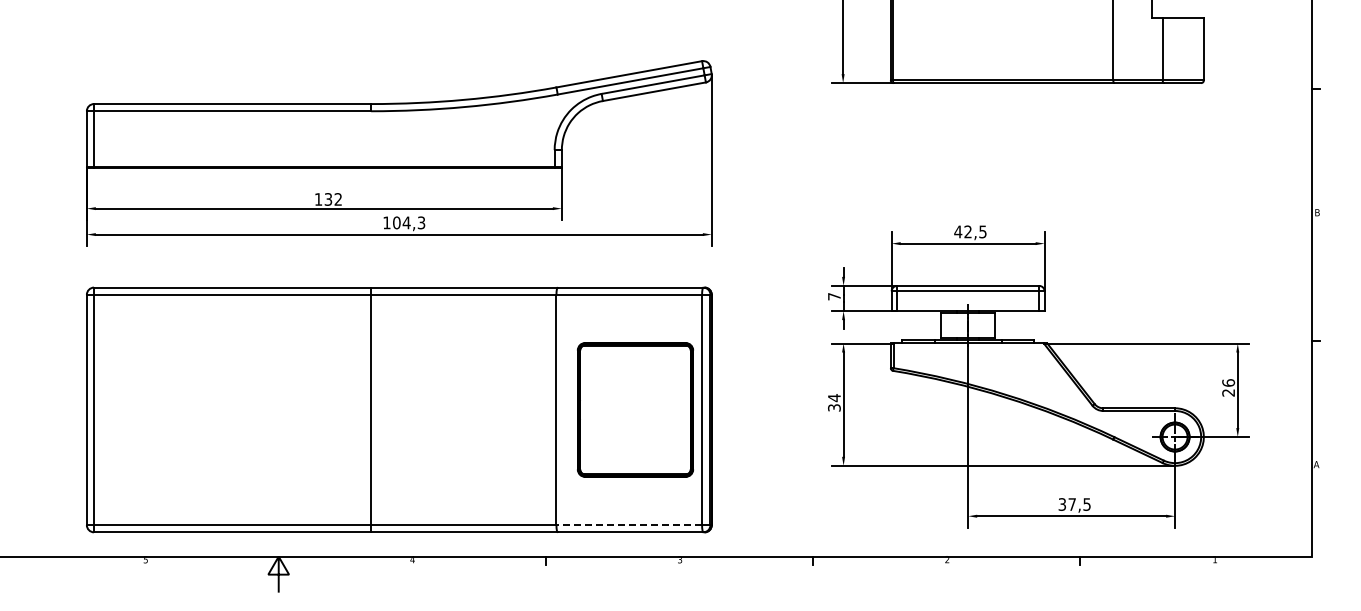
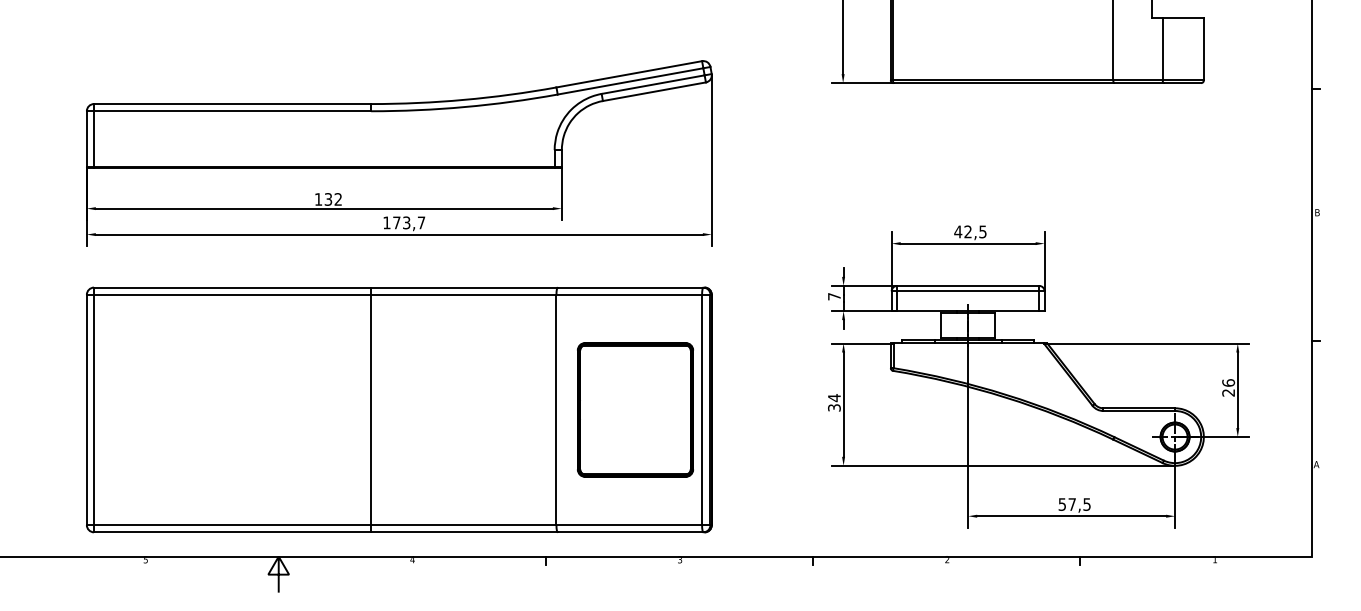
text at (409, 222): 104,3 -> 173,7
text at (1062, 504): 37,5 -> 57,5
line at (629, 525): dashed -> solid
